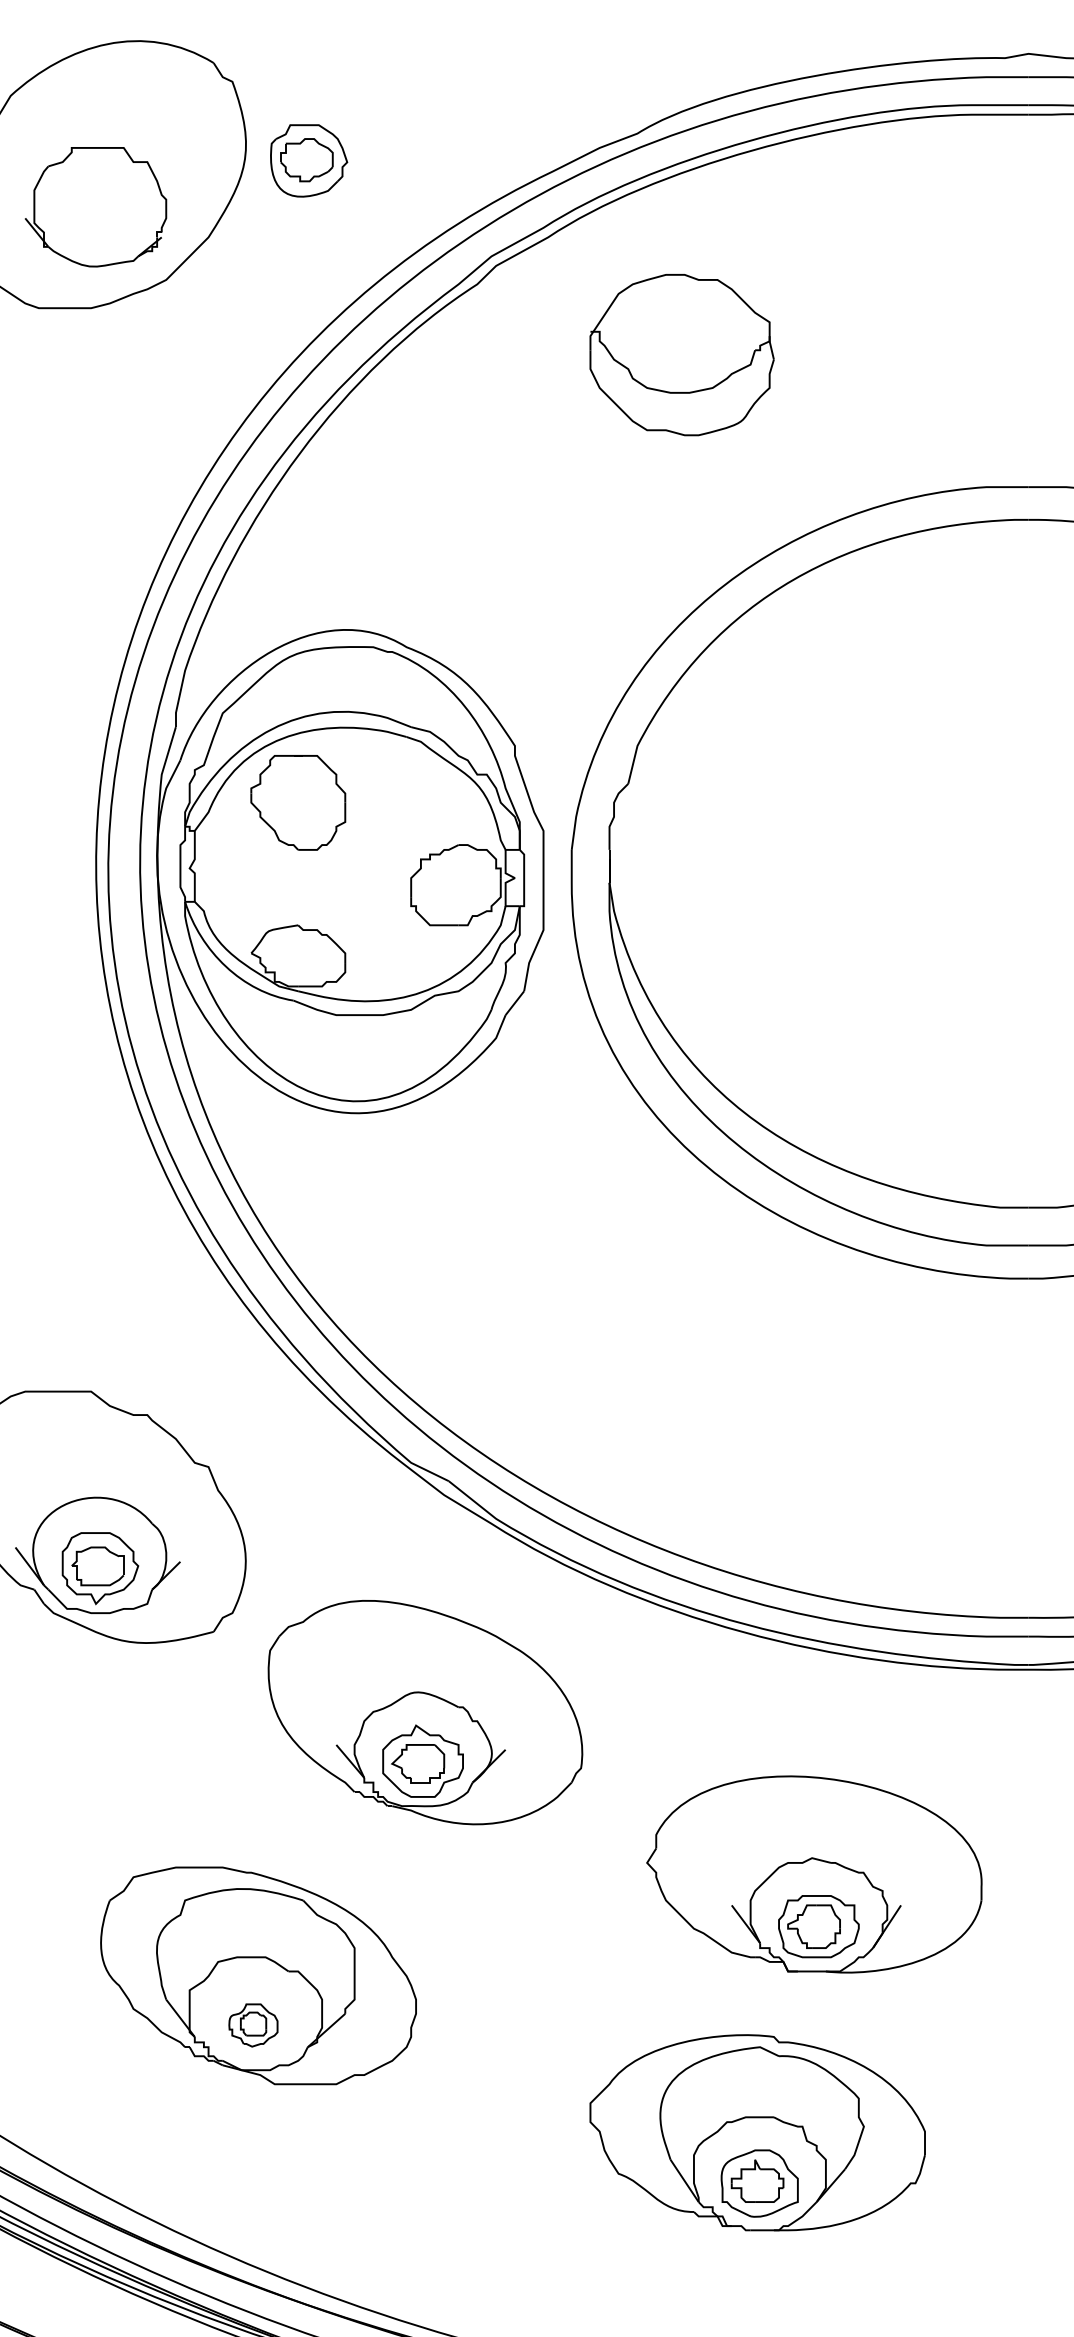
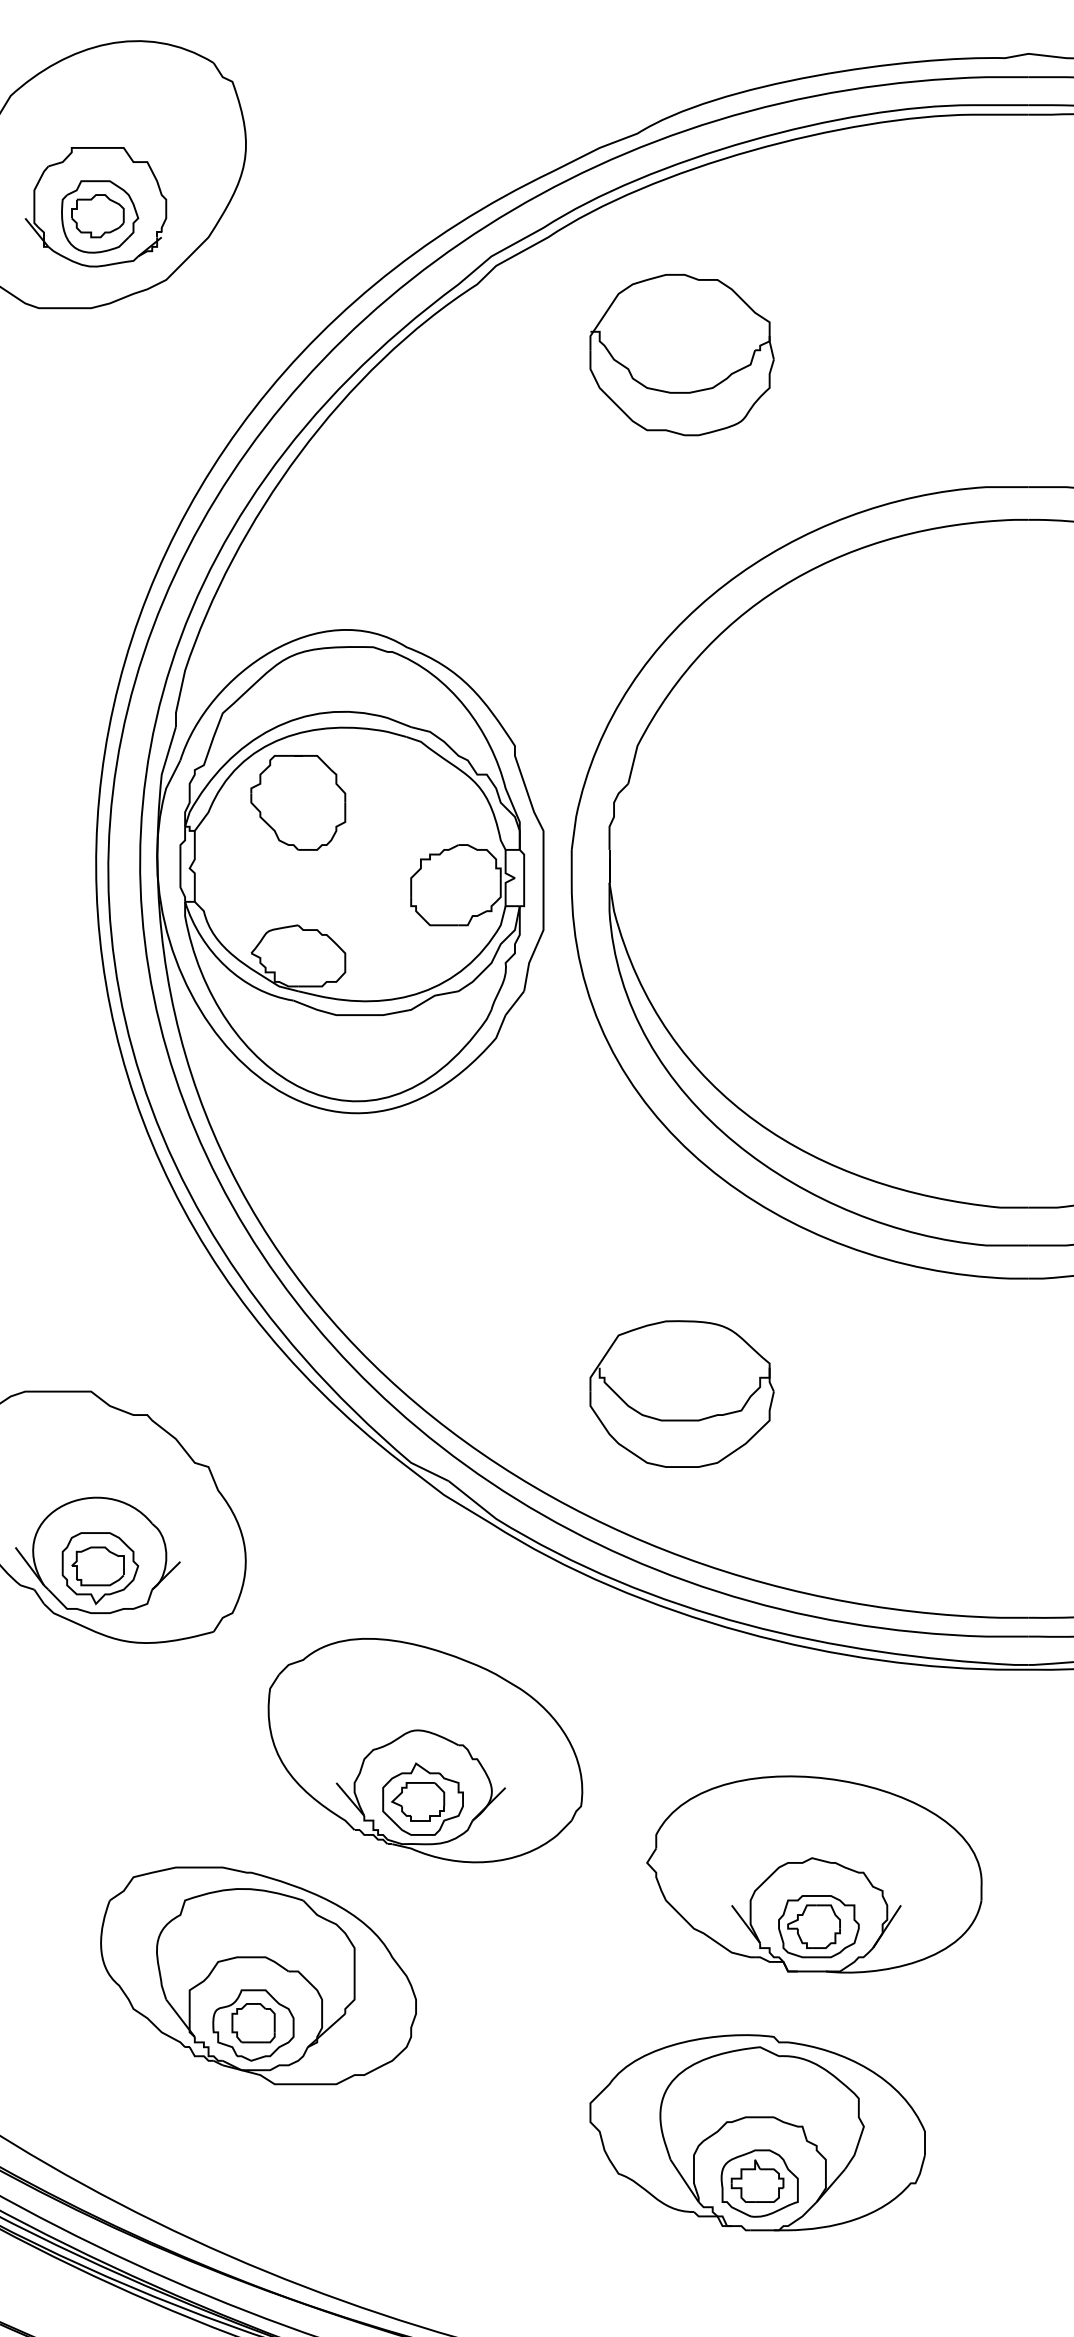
part at (309, 160) position: (309, 160) -> (100, 216)
part at (681, 1393): none -> present
part at (425, 1712) position: (425, 1712) -> (425, 1750)
part at (253, 2025) size: 51x45 px -> 83x73 px
